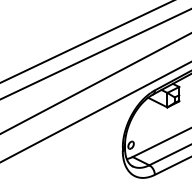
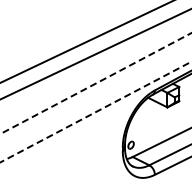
line at (95, 83): solid -> dashed
line at (95, 112): solid -> dashed
